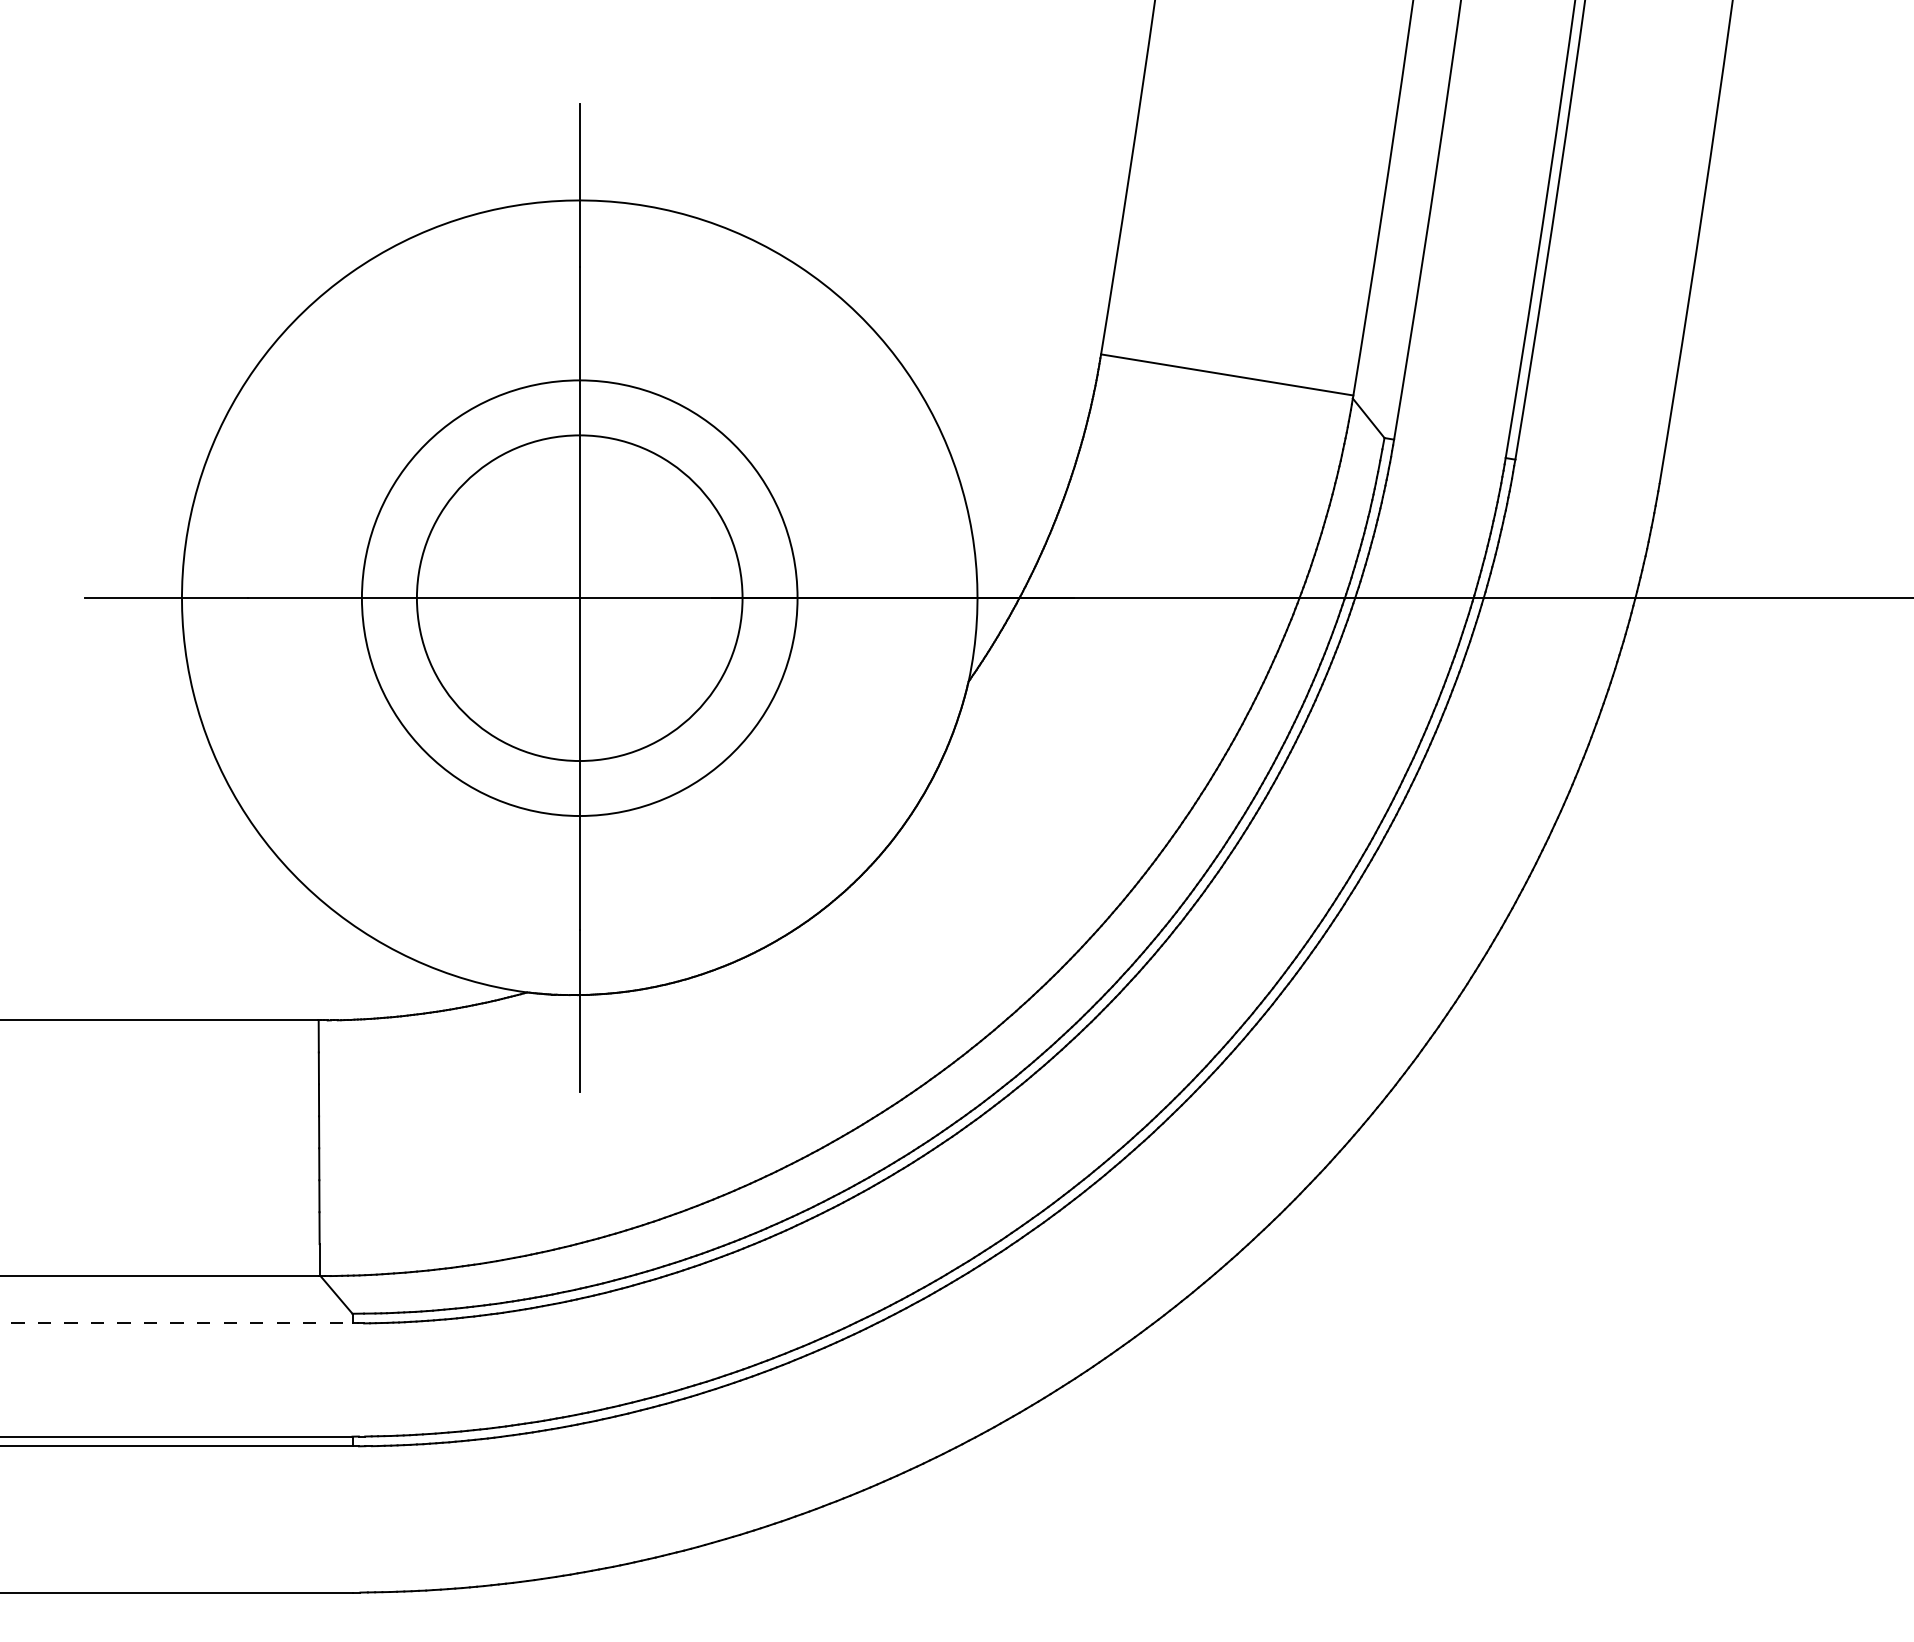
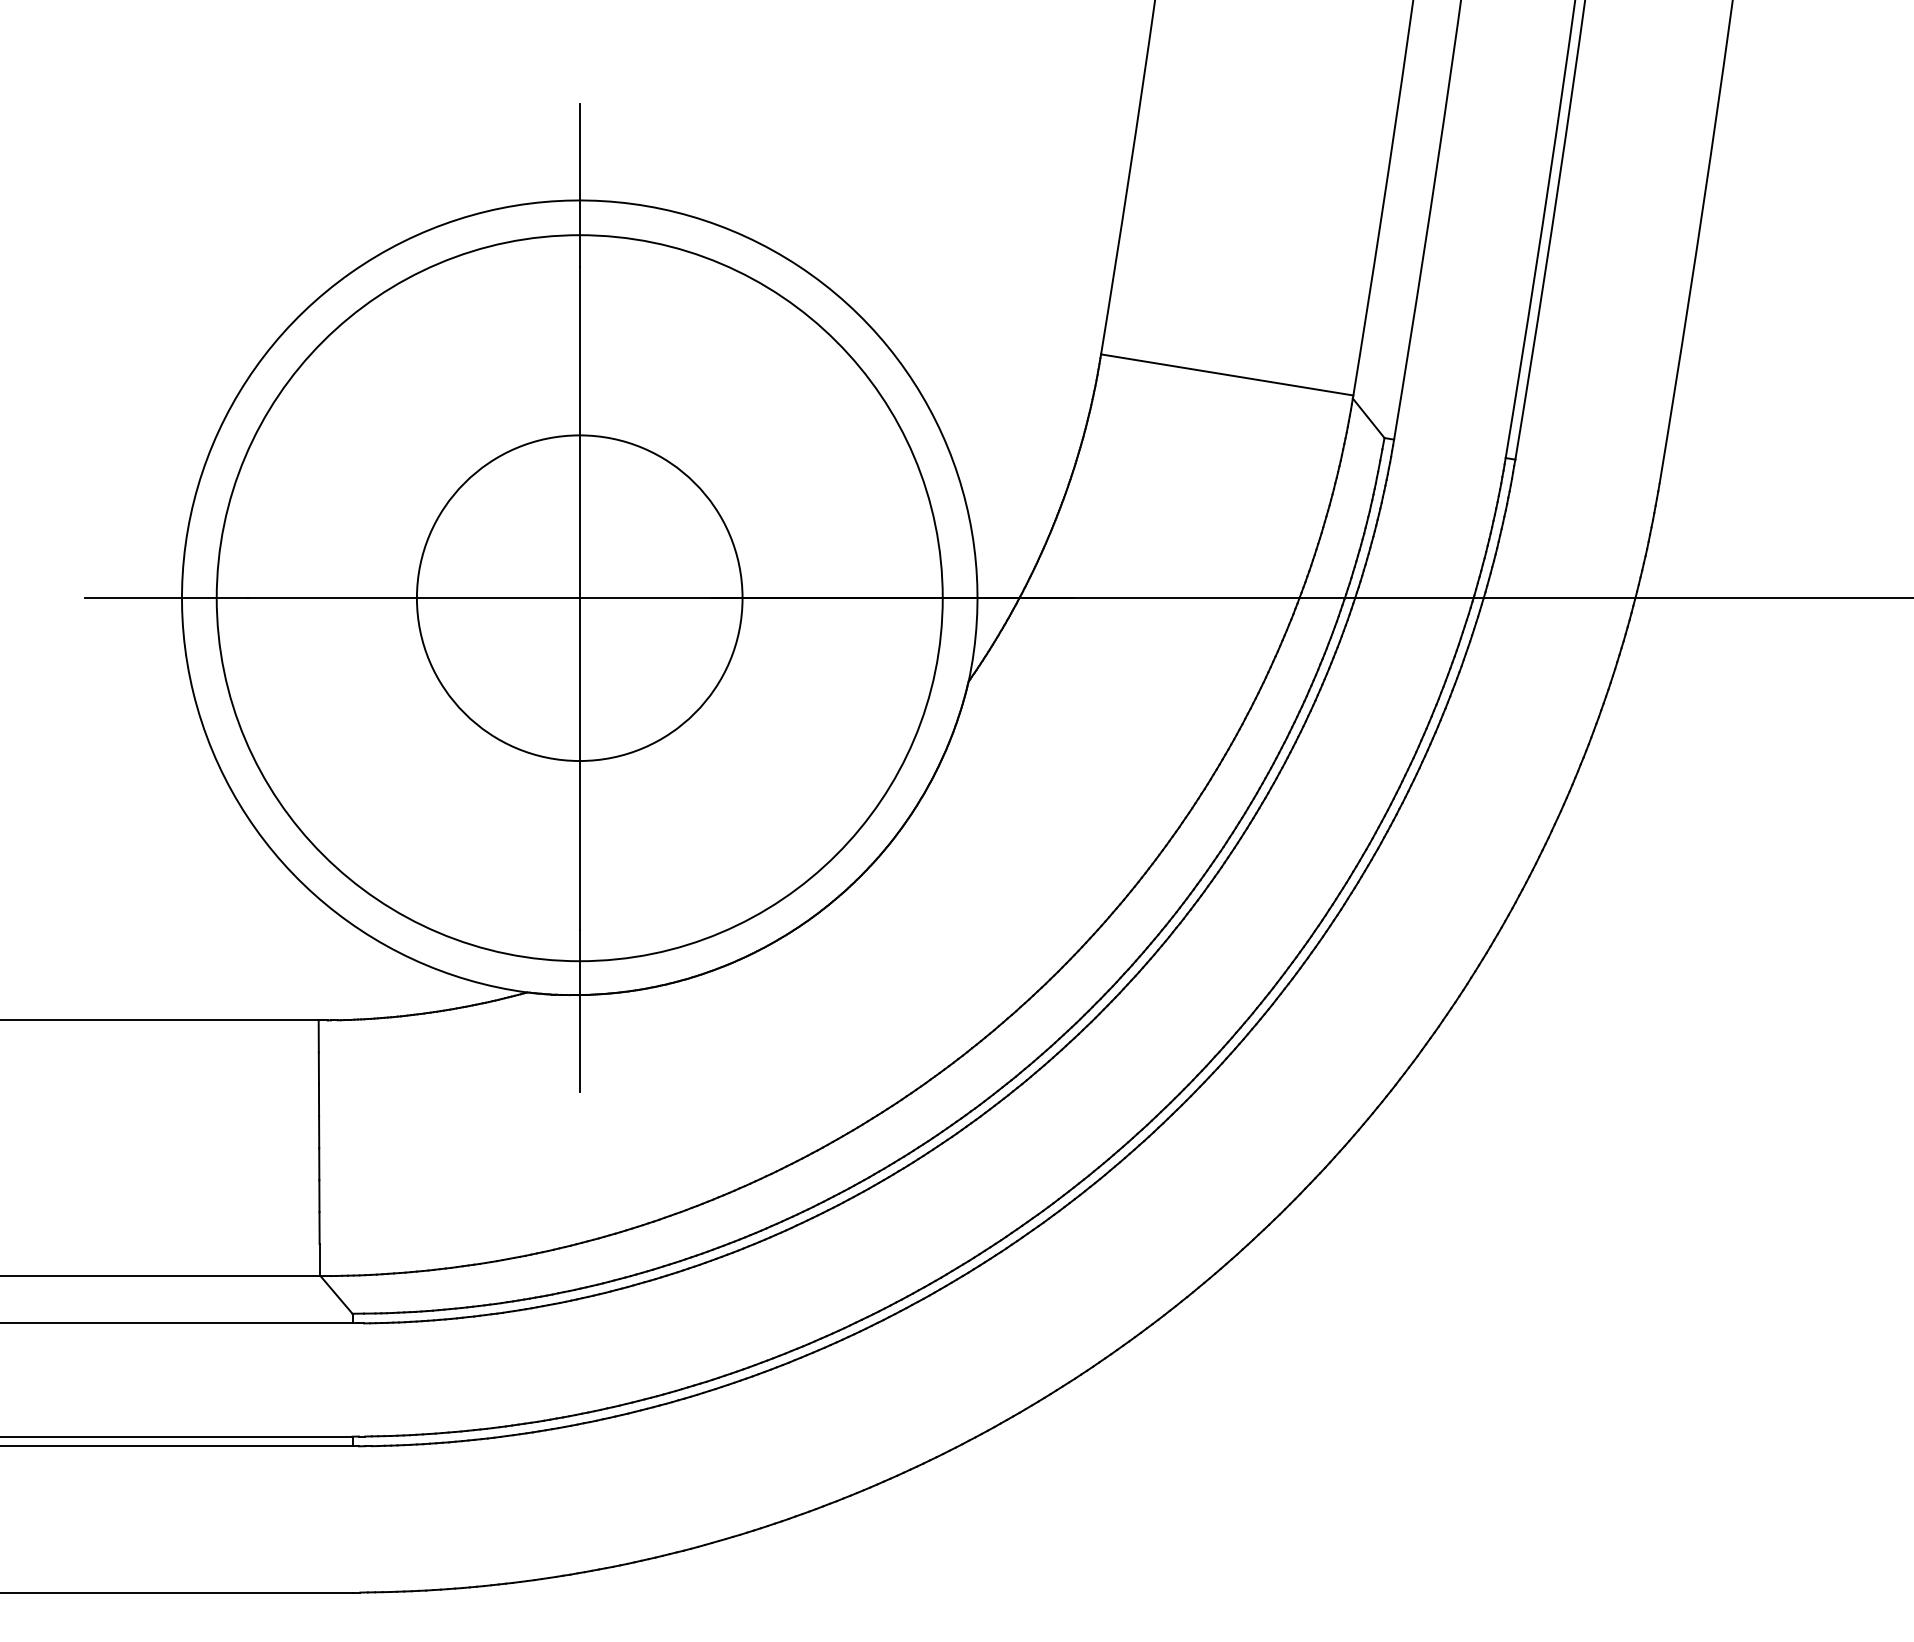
circle at (579, 598) diameter: 436 px -> 726 px
line at (176, 1323): dashed -> solid
